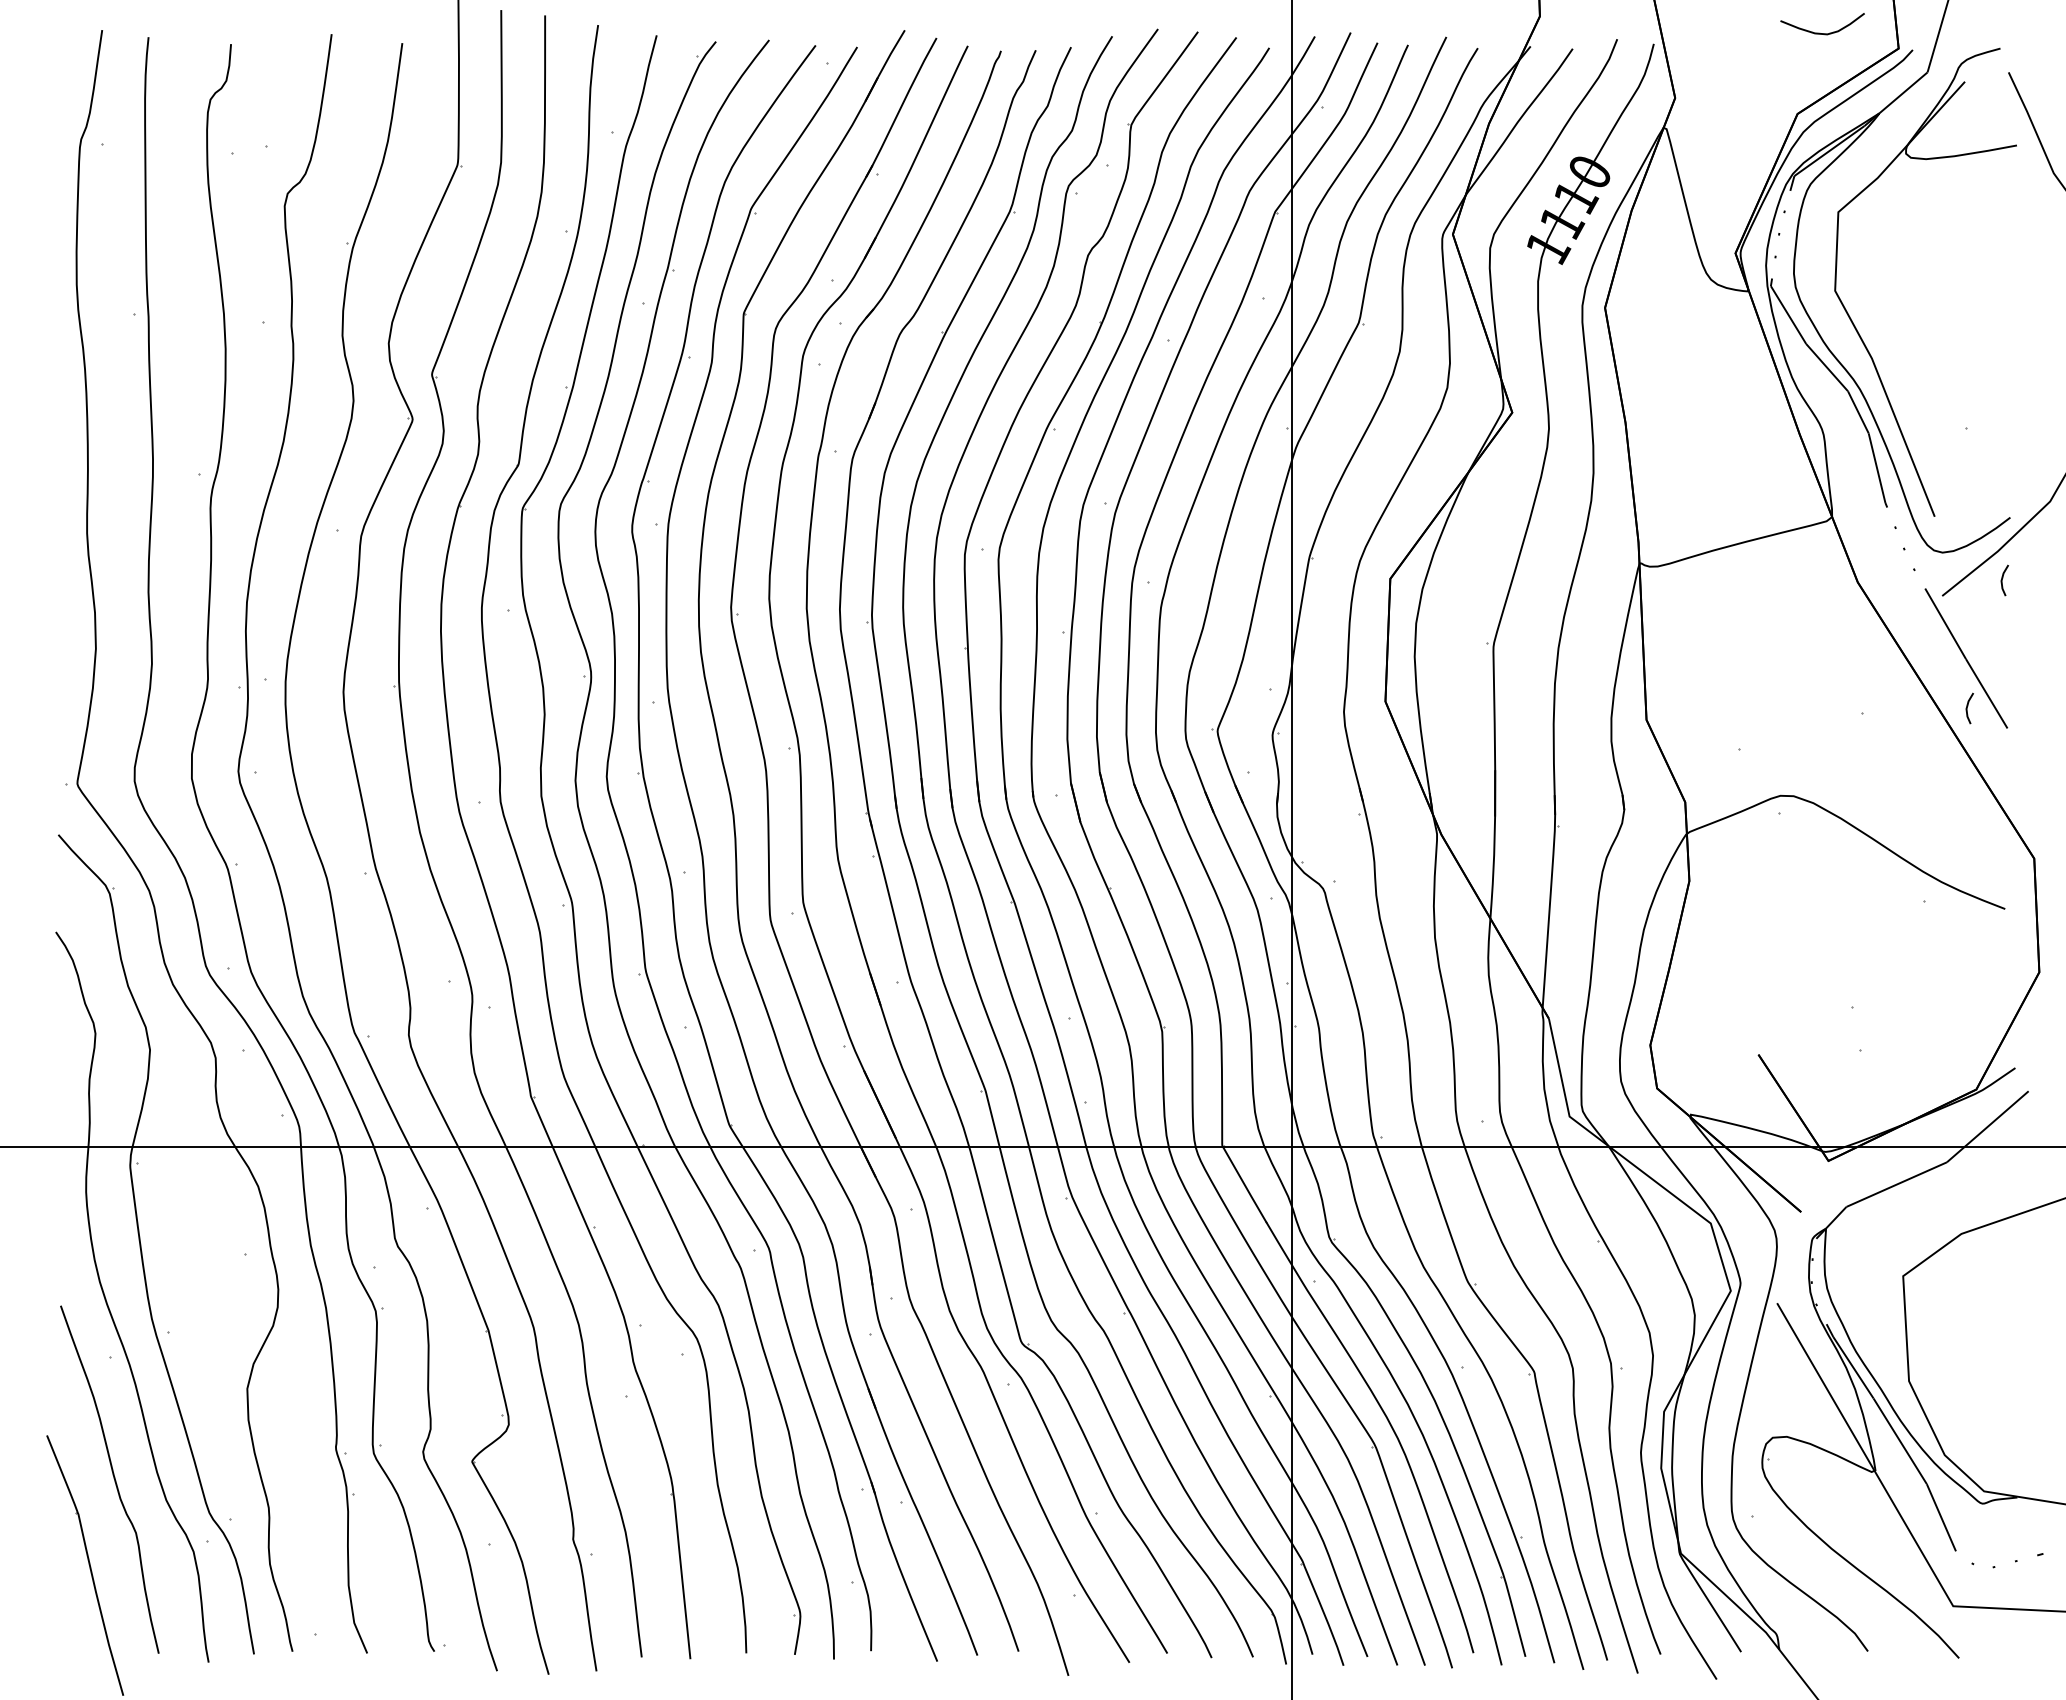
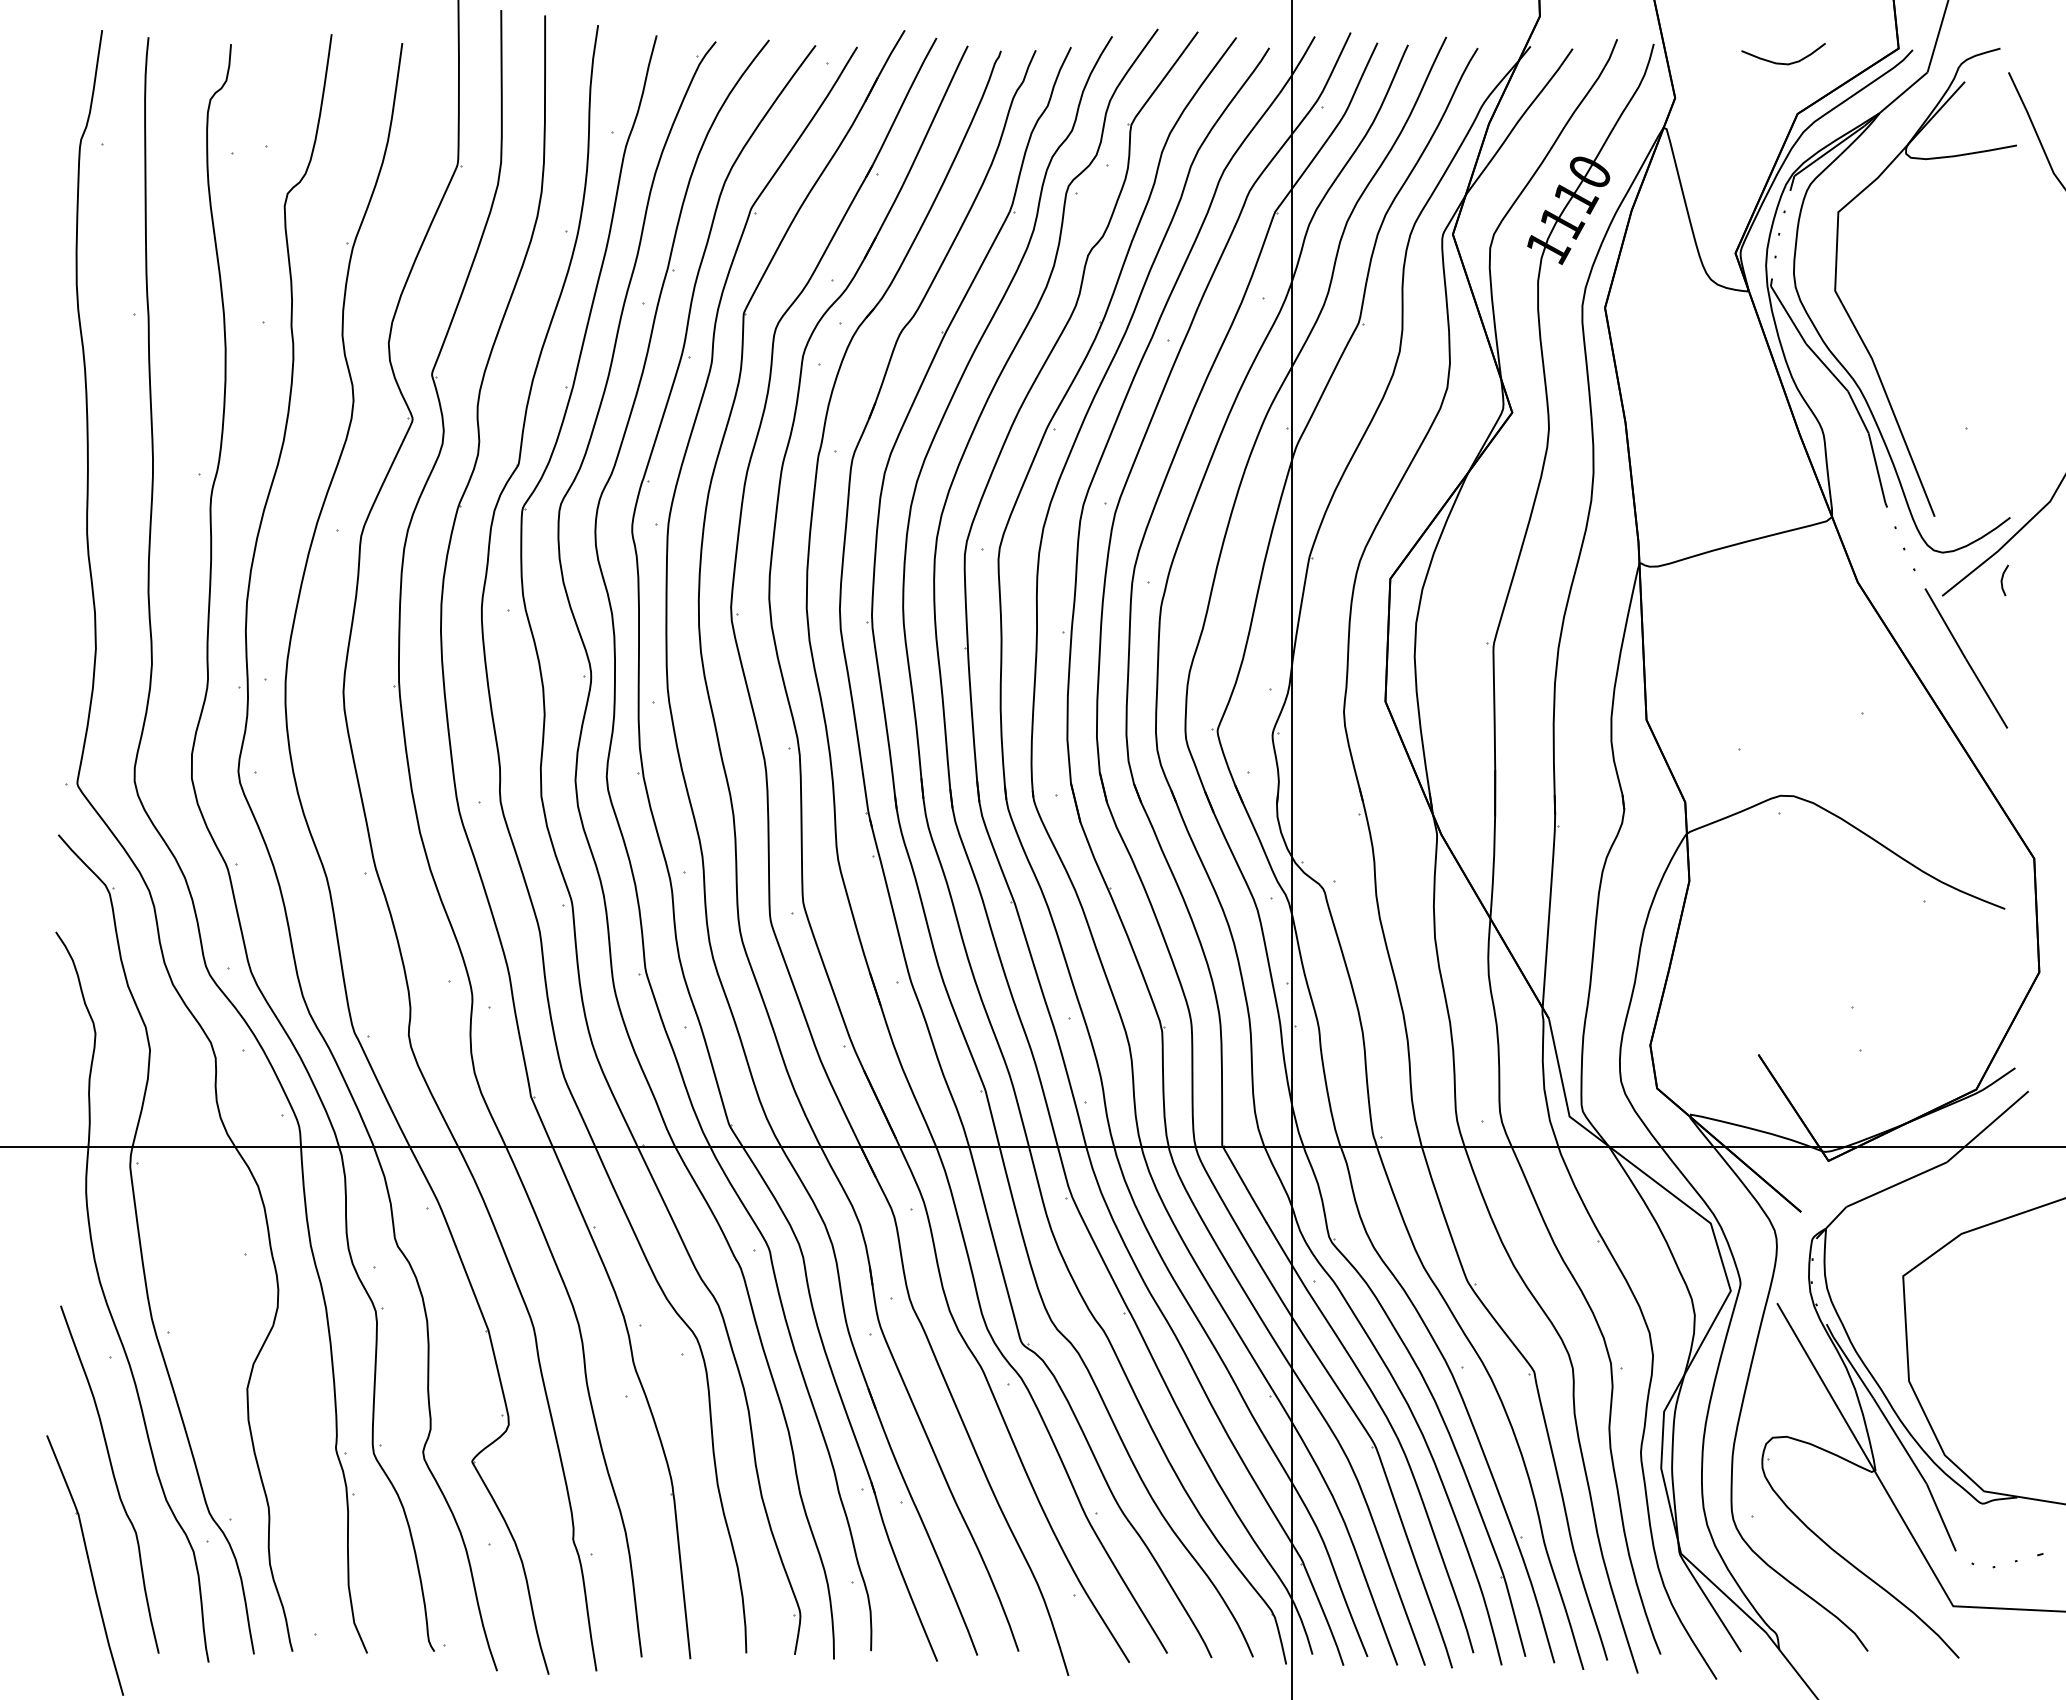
curve at (1819, 32) position: (1819, 32) -> (1780, 62)
line at (1967, 708): present -> none
